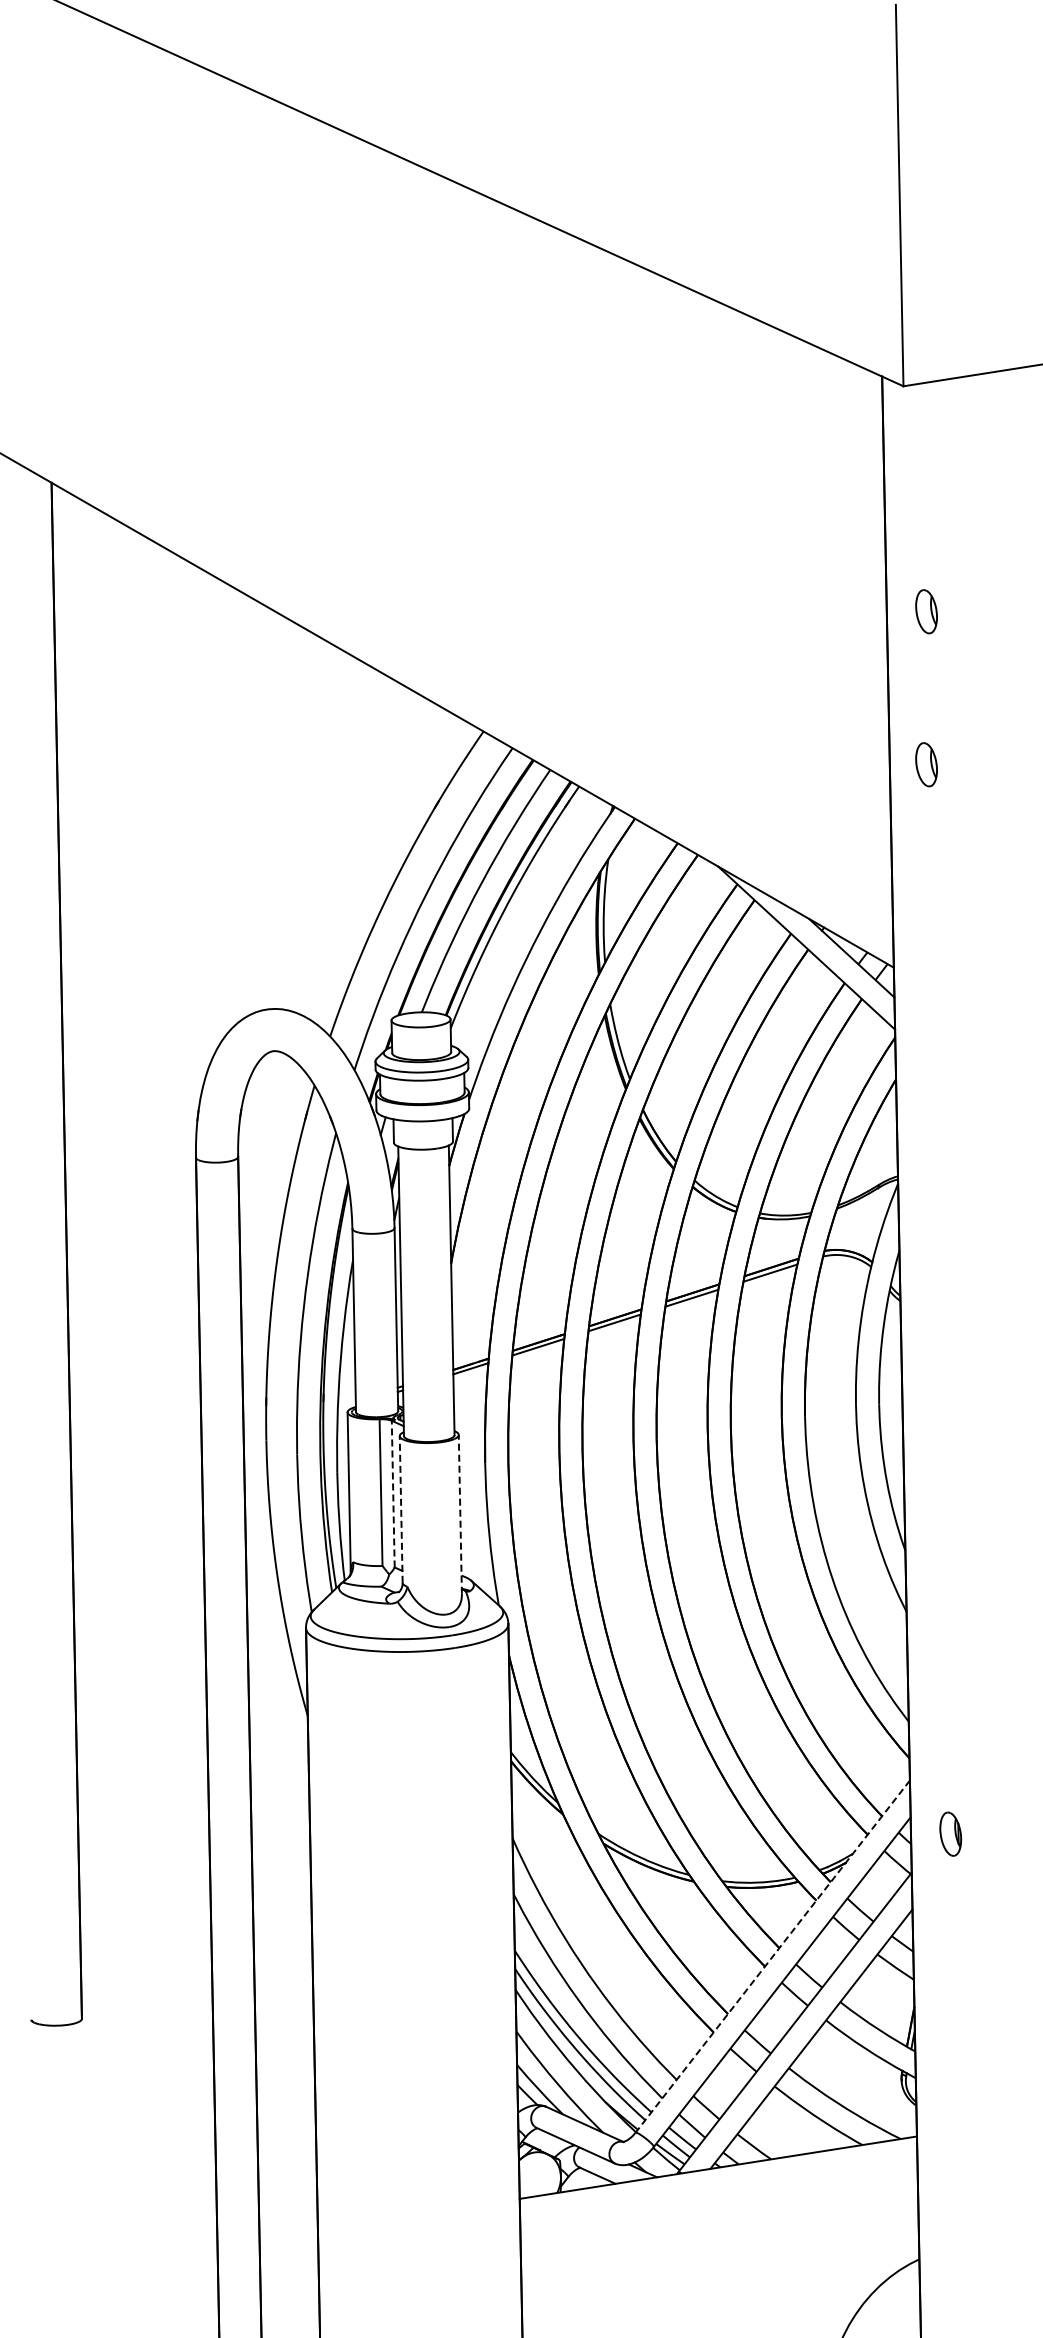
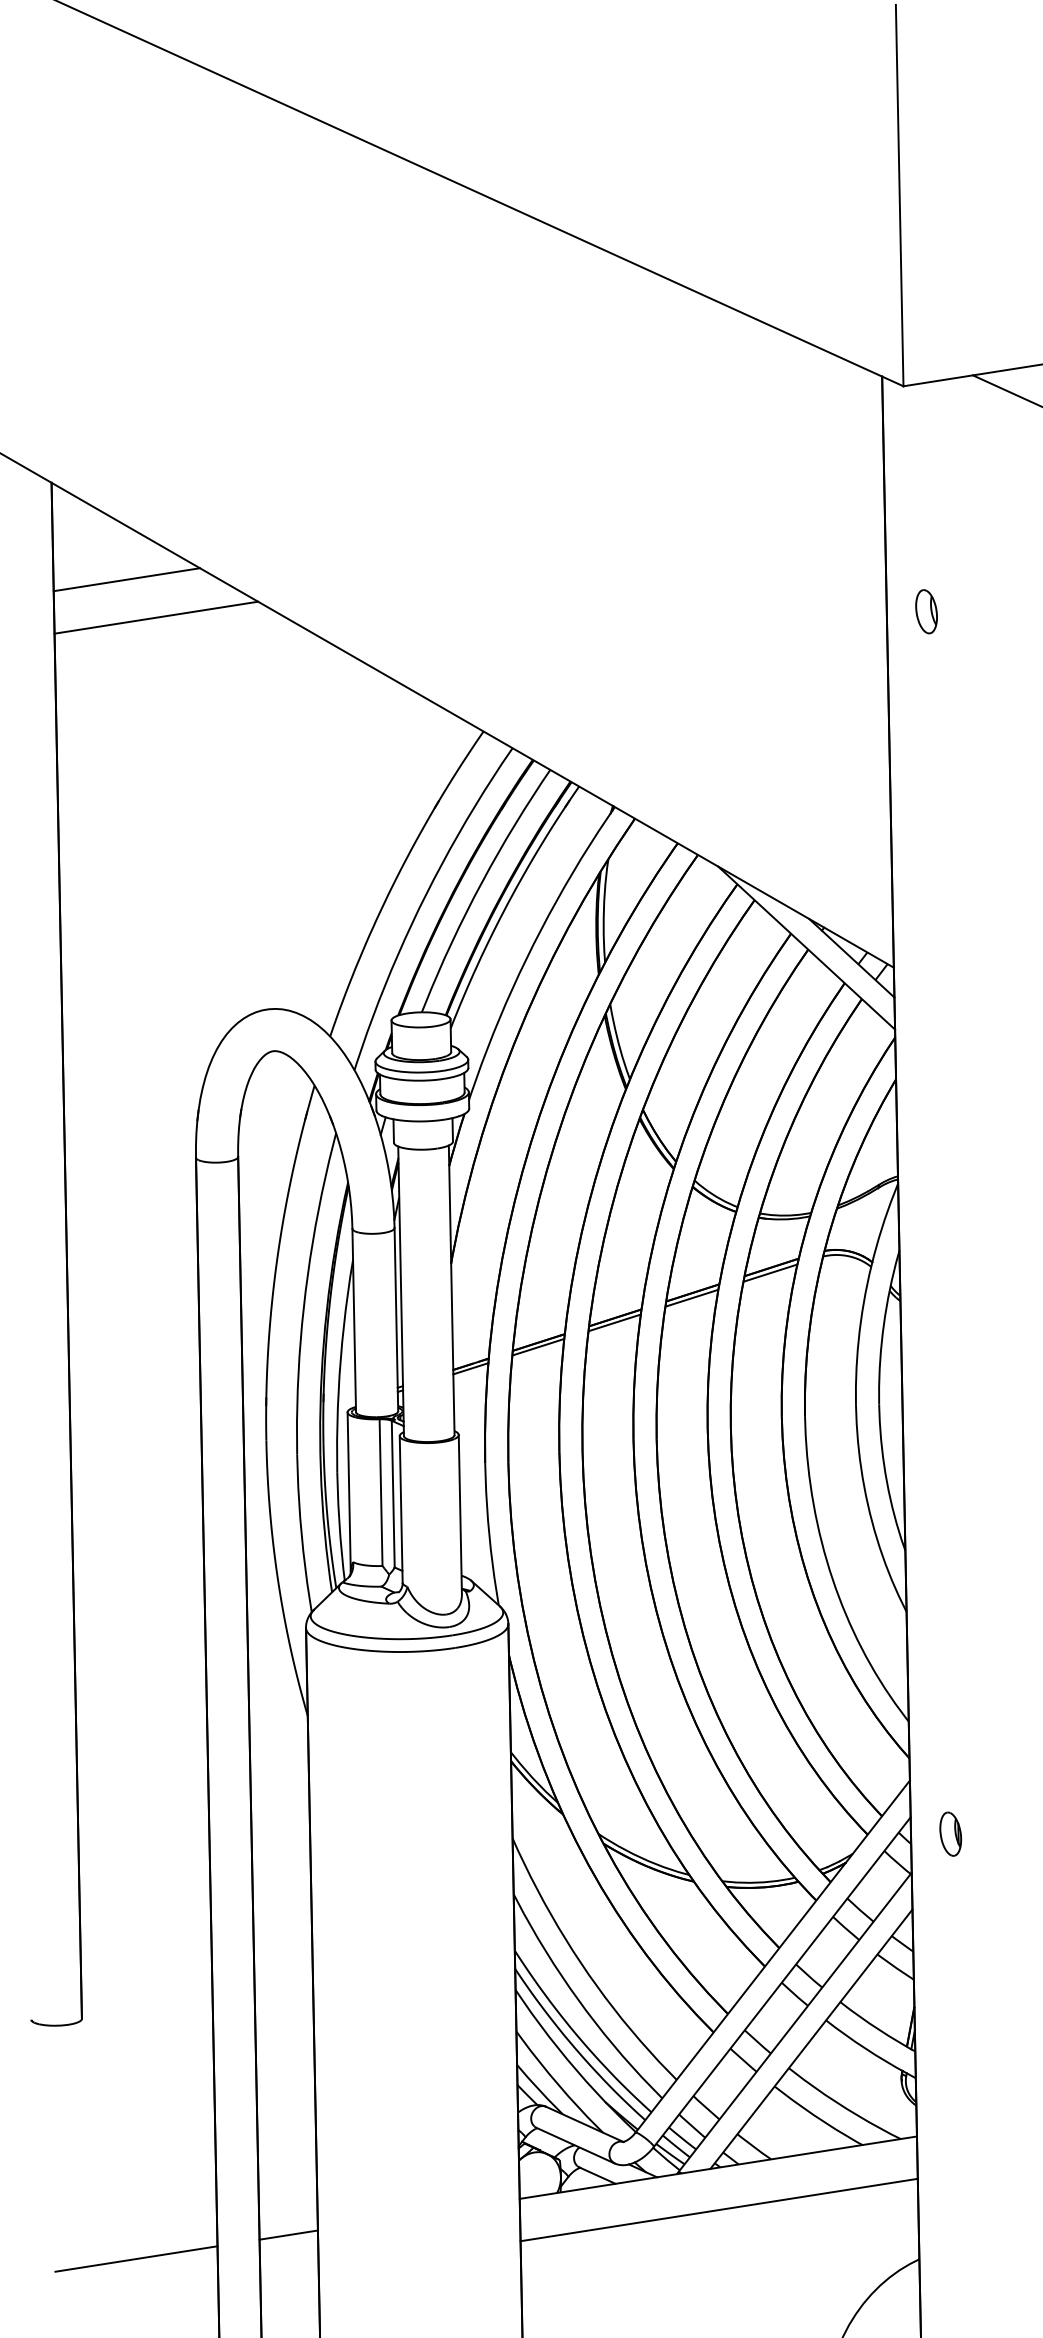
line at (1005, 390): none -> present
line at (126, 579): none -> present
line at (156, 617): none -> present
part at (926, 764): present -> none
line at (393, 1493): dashed -> solid
line at (401, 1508): dashed -> solid
line at (460, 1513): dashed -> solid
line at (772, 1956): dashed -> solid
line at (718, 2209): none -> present
line at (288, 2234): none -> present
line at (136, 2258): none -> present
